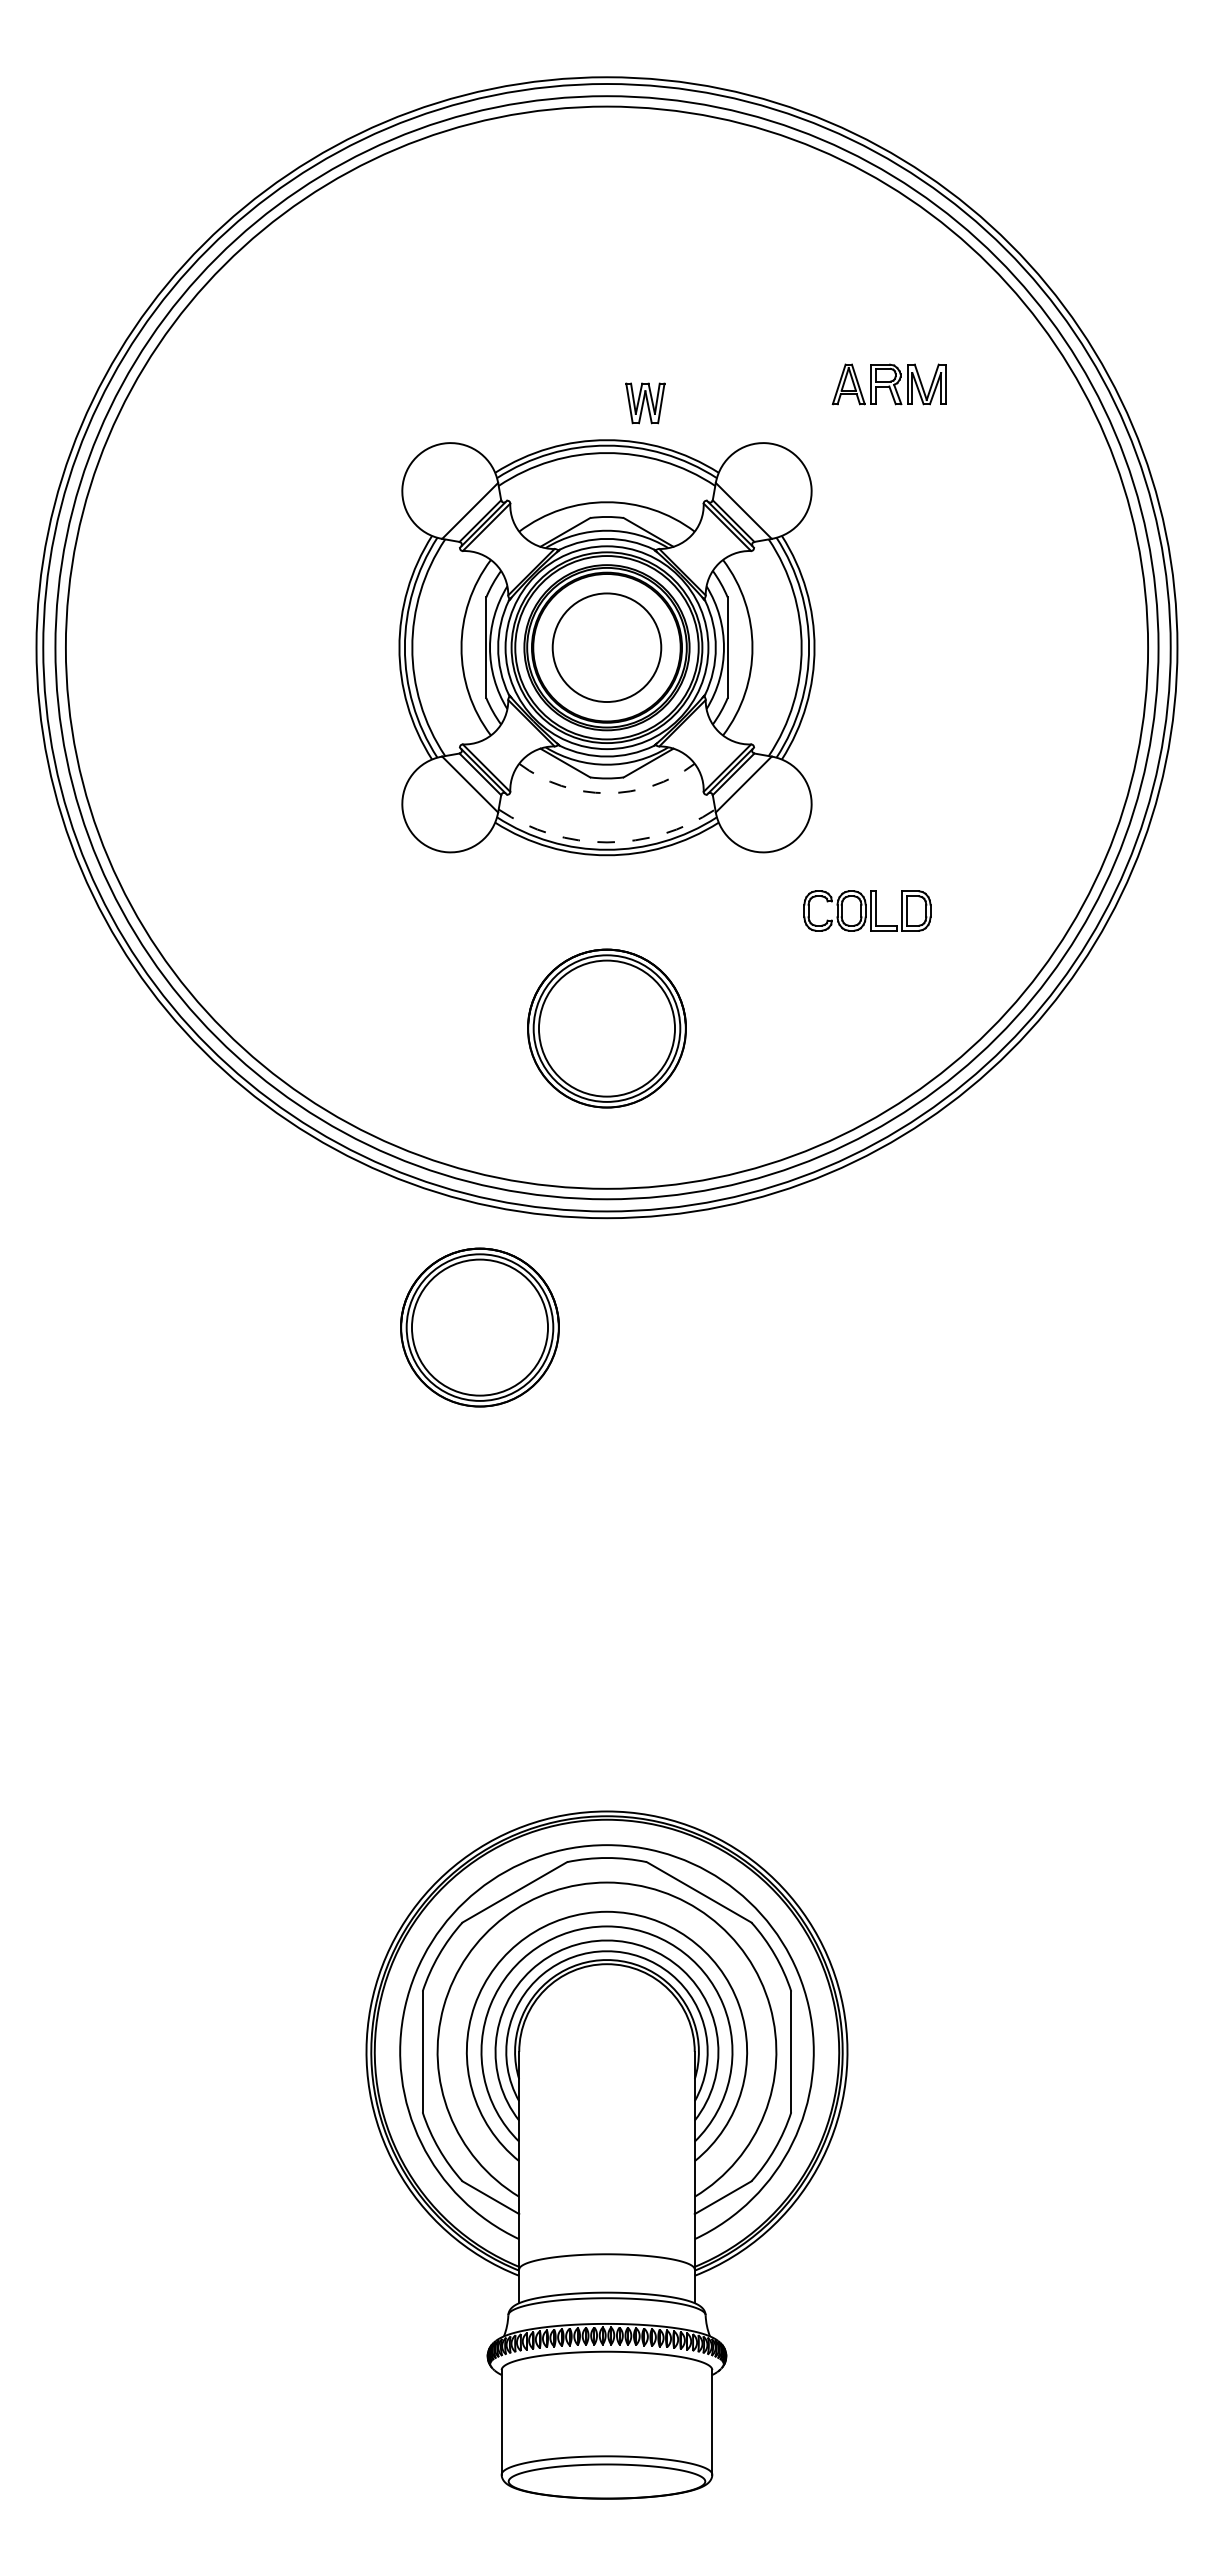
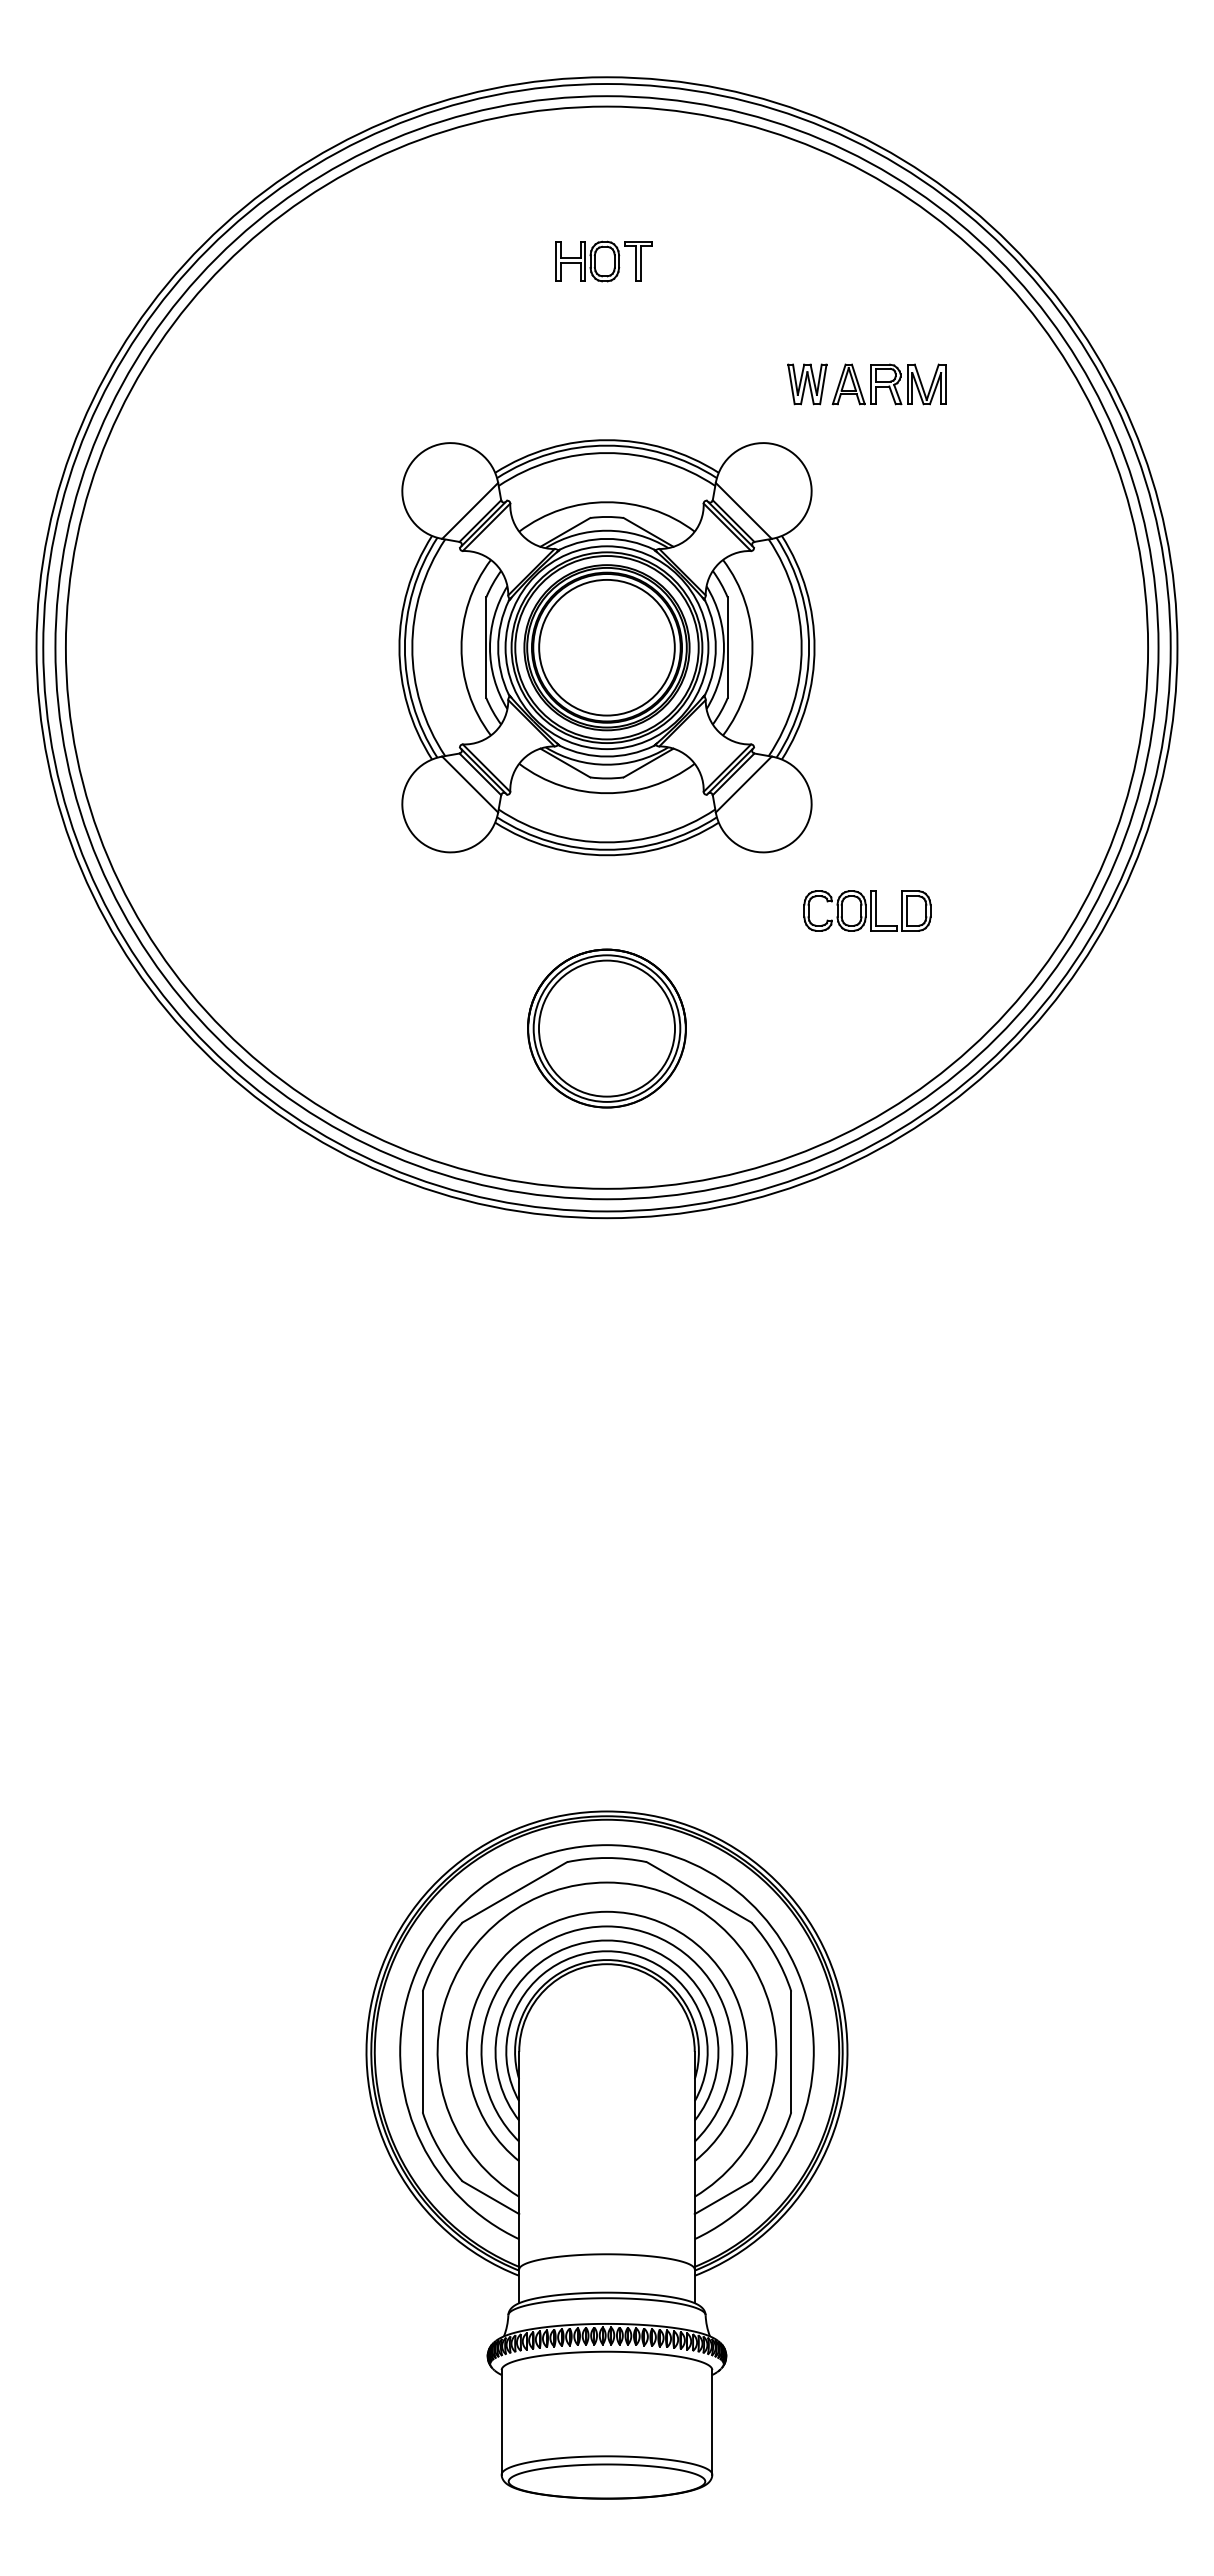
part at (603, 261): none -> present
part at (645, 403) position: (645, 403) -> (807, 384)
circle at (606, 647) diameter: 109 px -> 136 px
arc at (606, 793): dashed -> solid
arc at (607, 842): dashed -> solid
part at (479, 1327): present -> none
